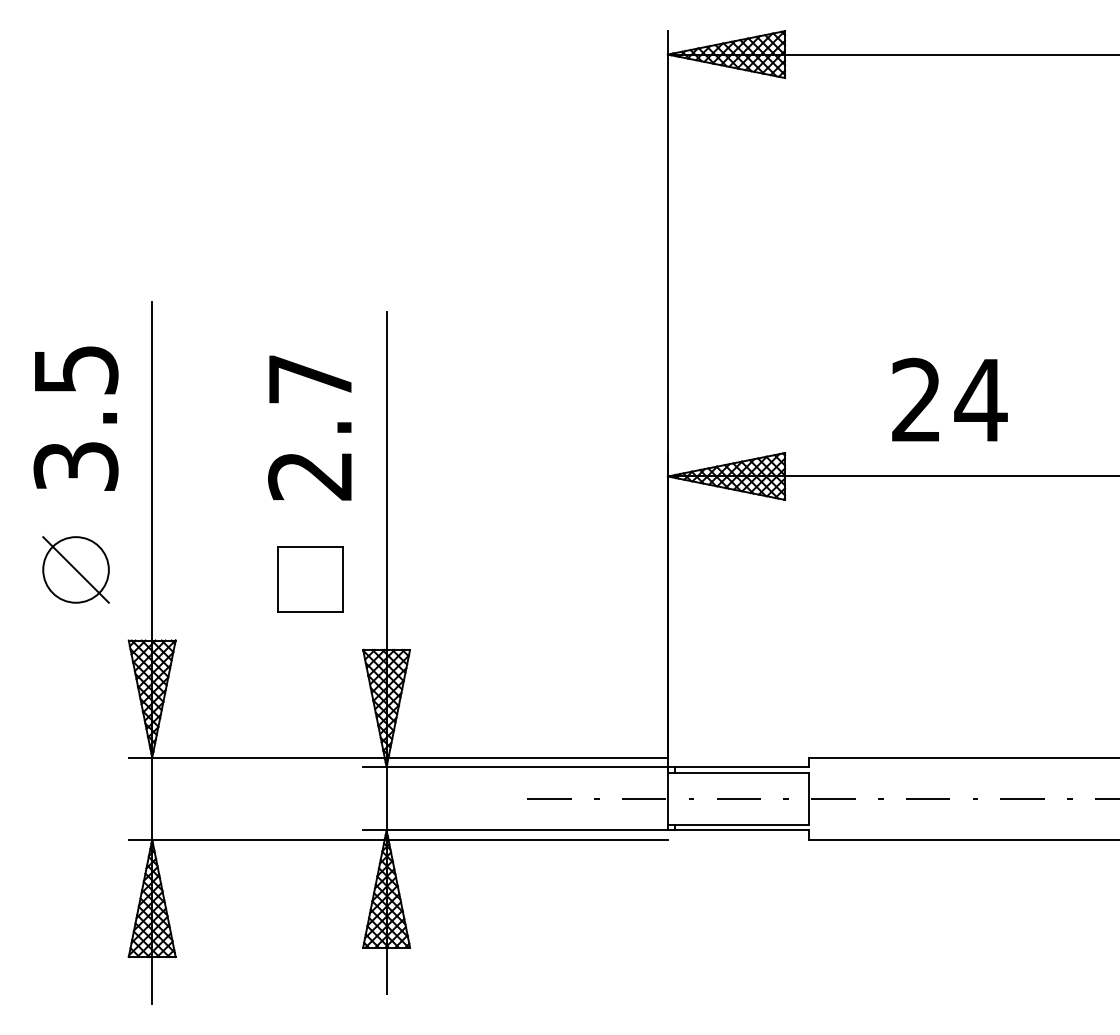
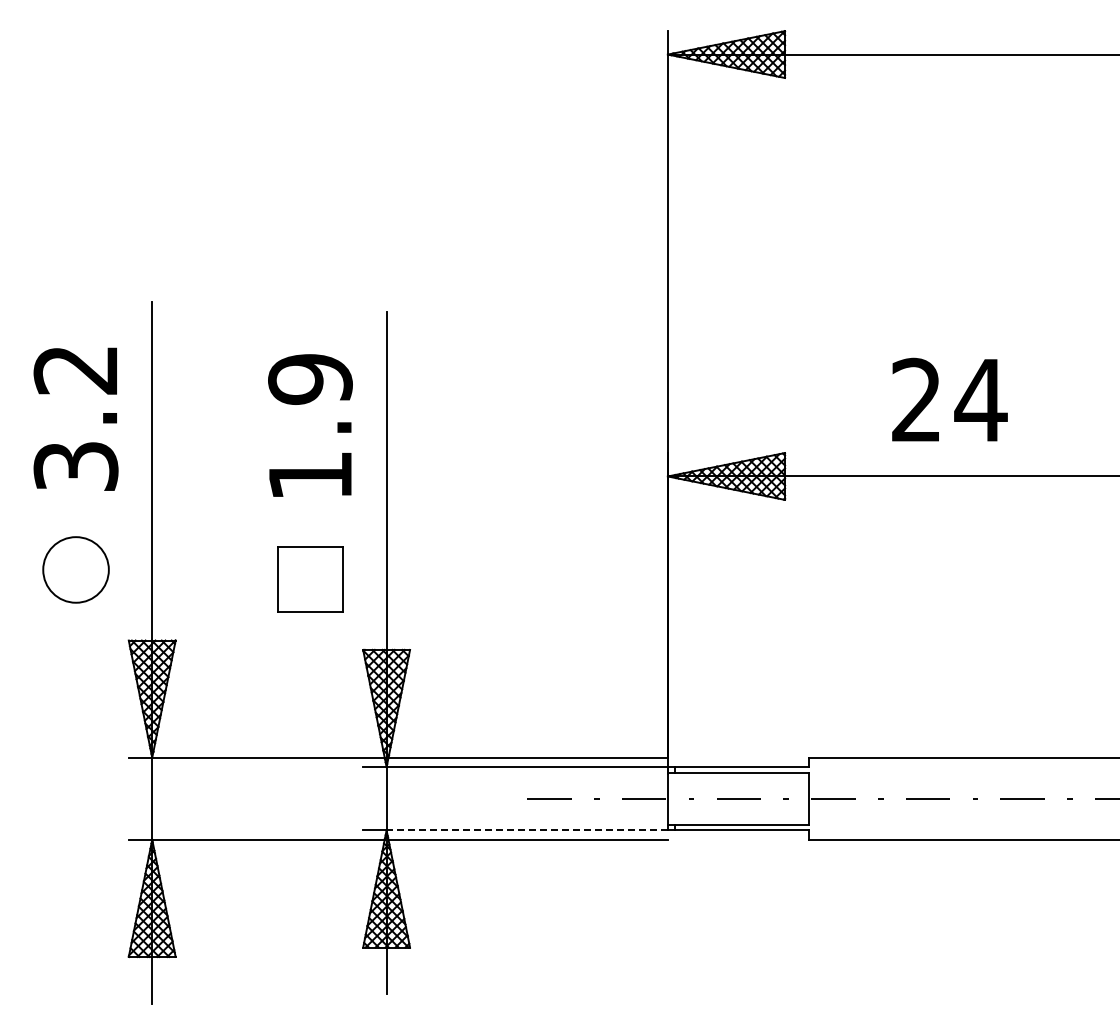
text at (75, 370): 3.5 -> 3.2
text at (310, 427): 2.7 -> 1.9
line at (75, 569): present -> none
line at (527, 830): solid -> dashed
